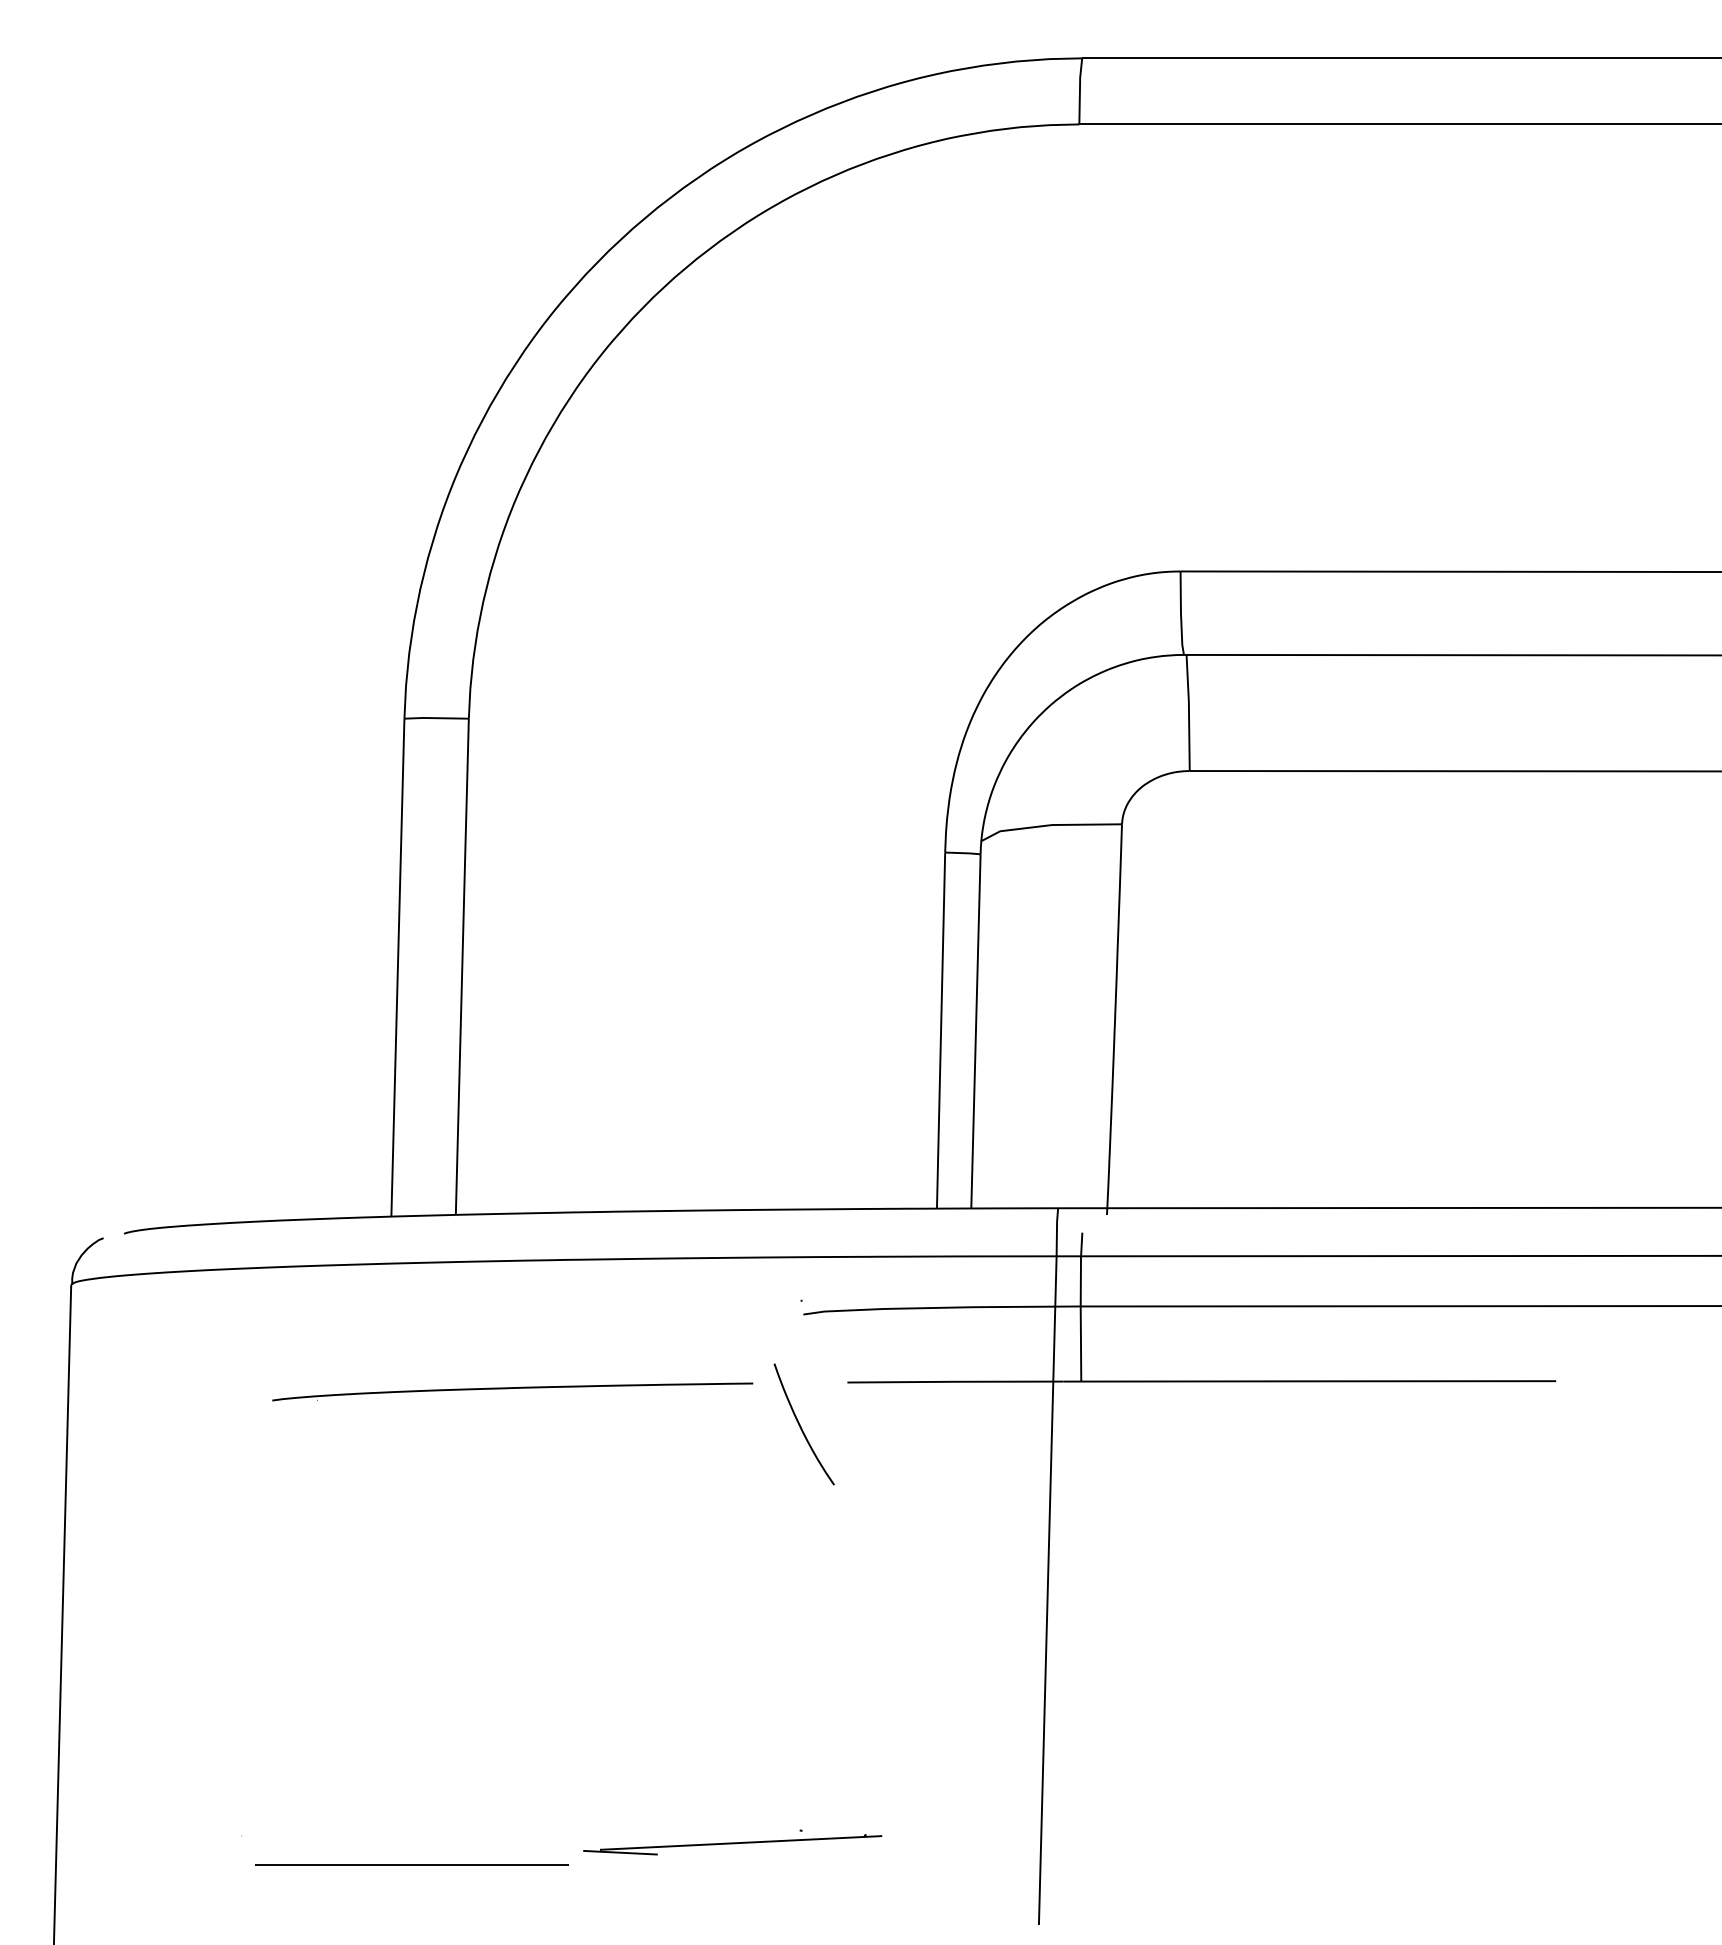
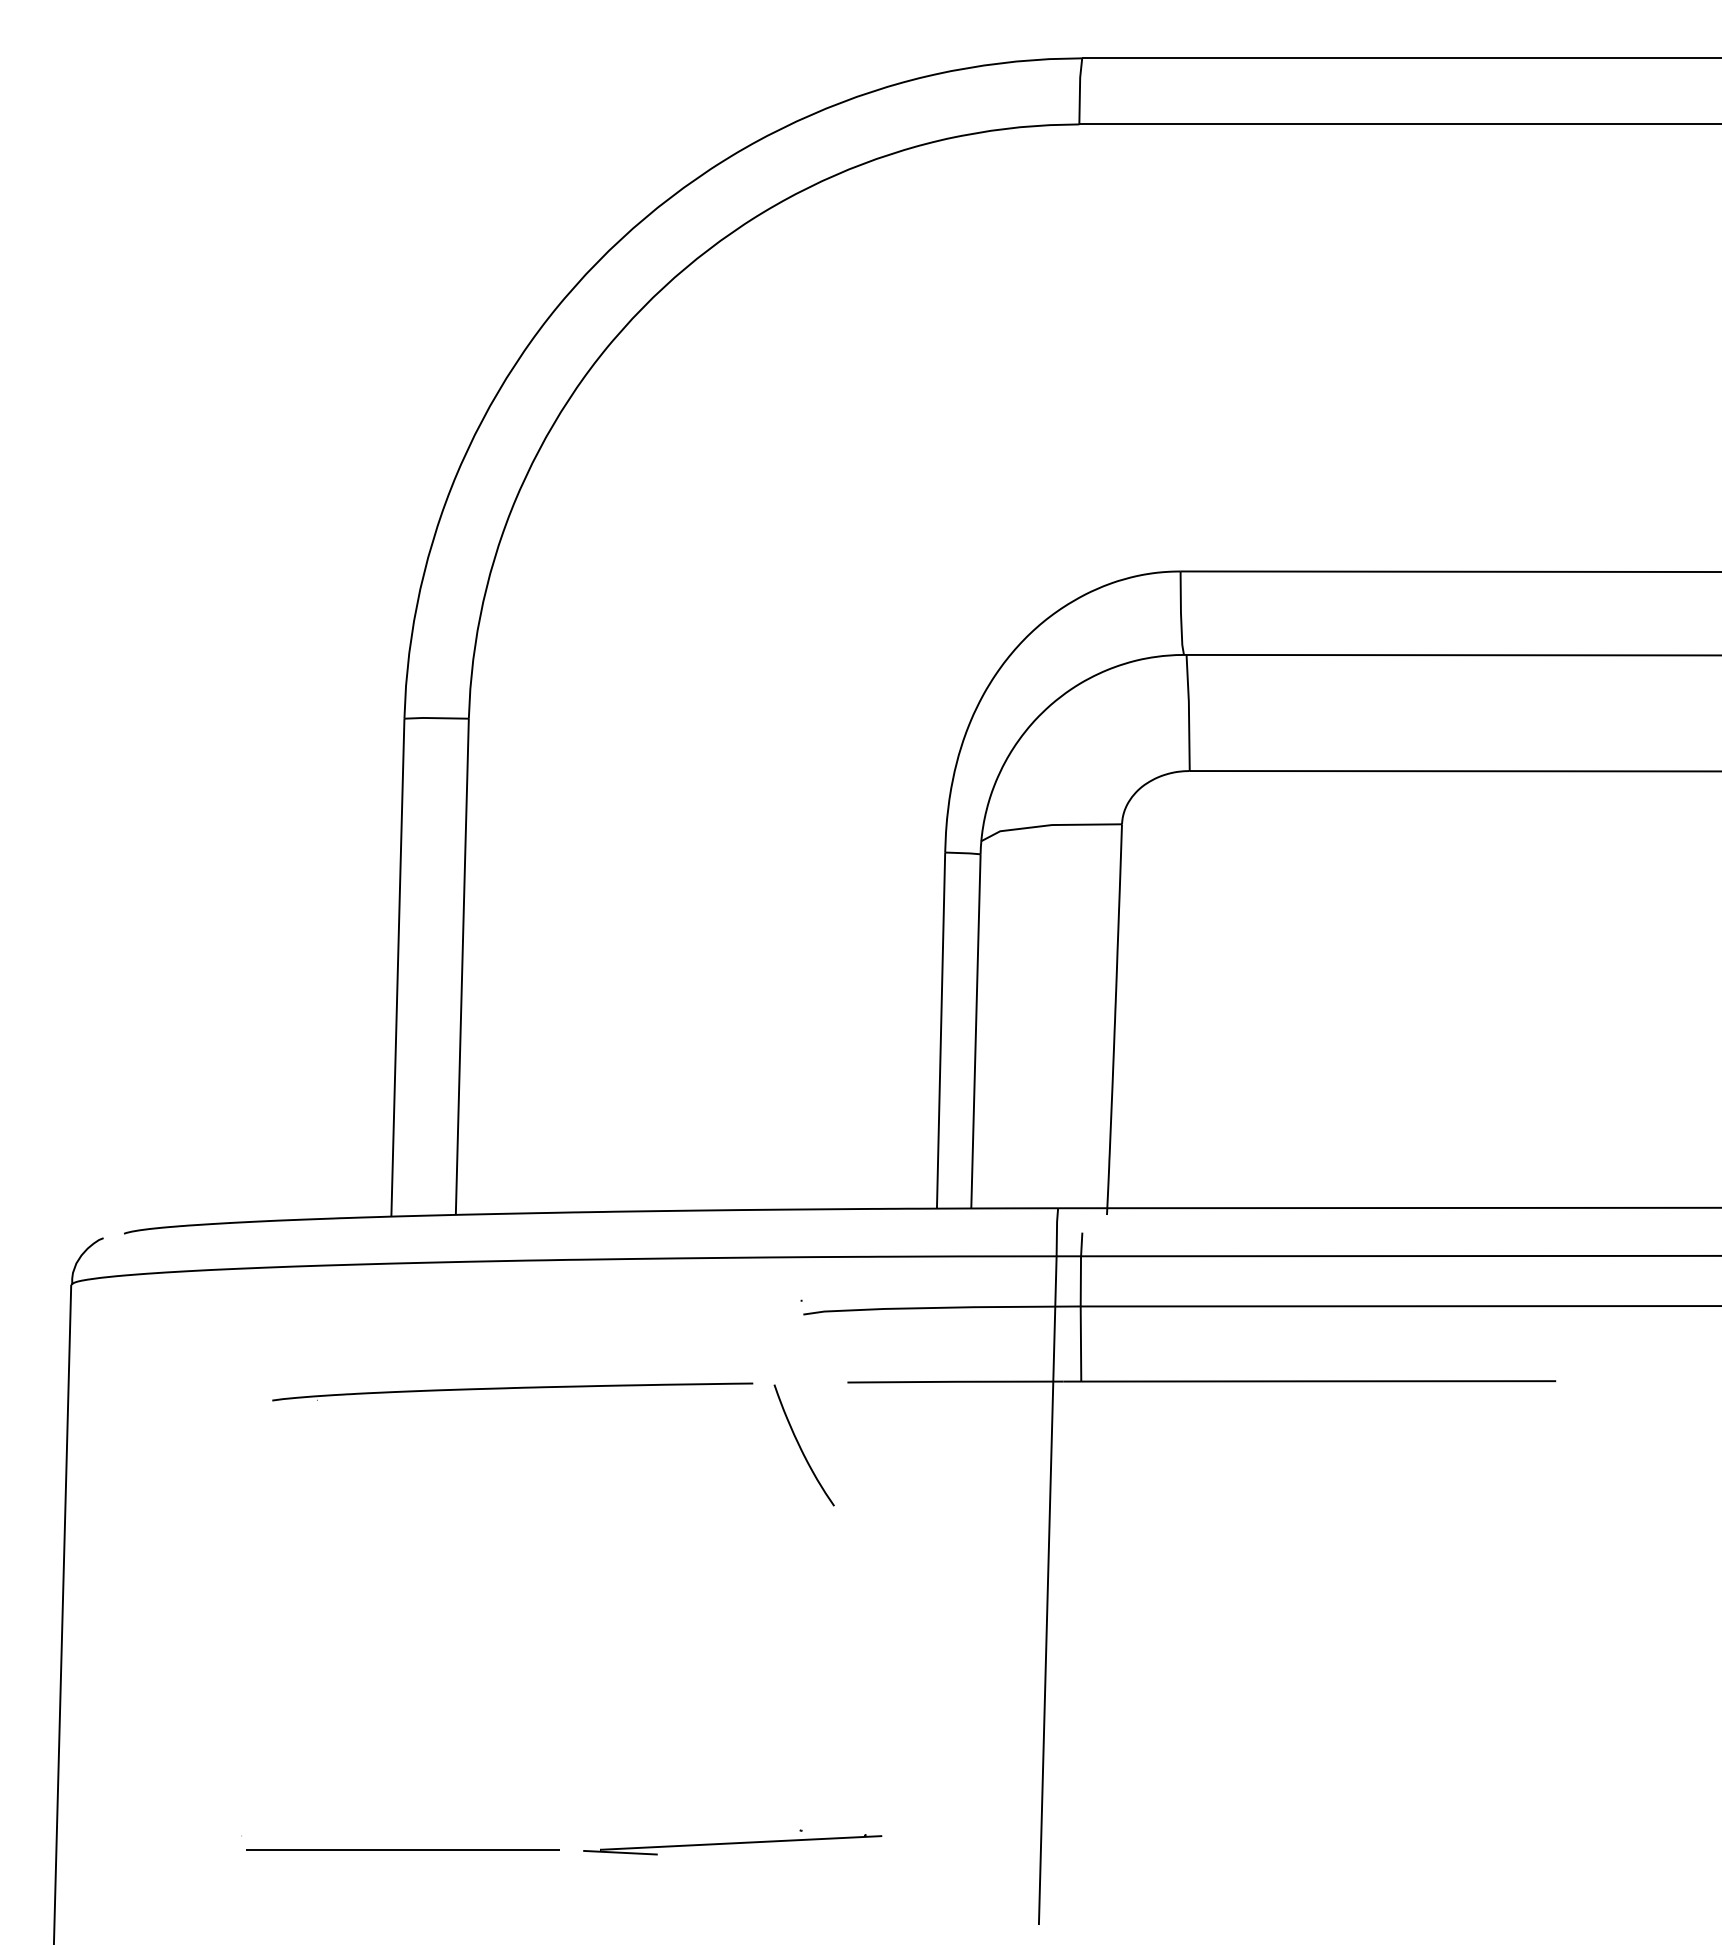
curve at (801, 1426) position: (801, 1426) -> (801, 1447)
line at (411, 1864) position: (411, 1864) -> (402, 1849)
